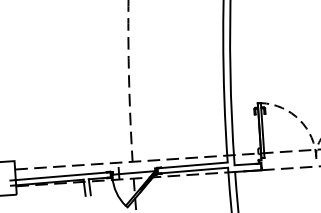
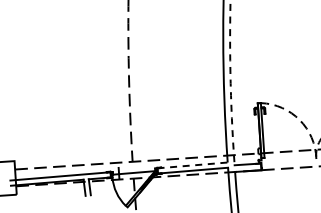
arc at (230, 82): solid -> dashed
line at (193, 165): solid -> dashed
